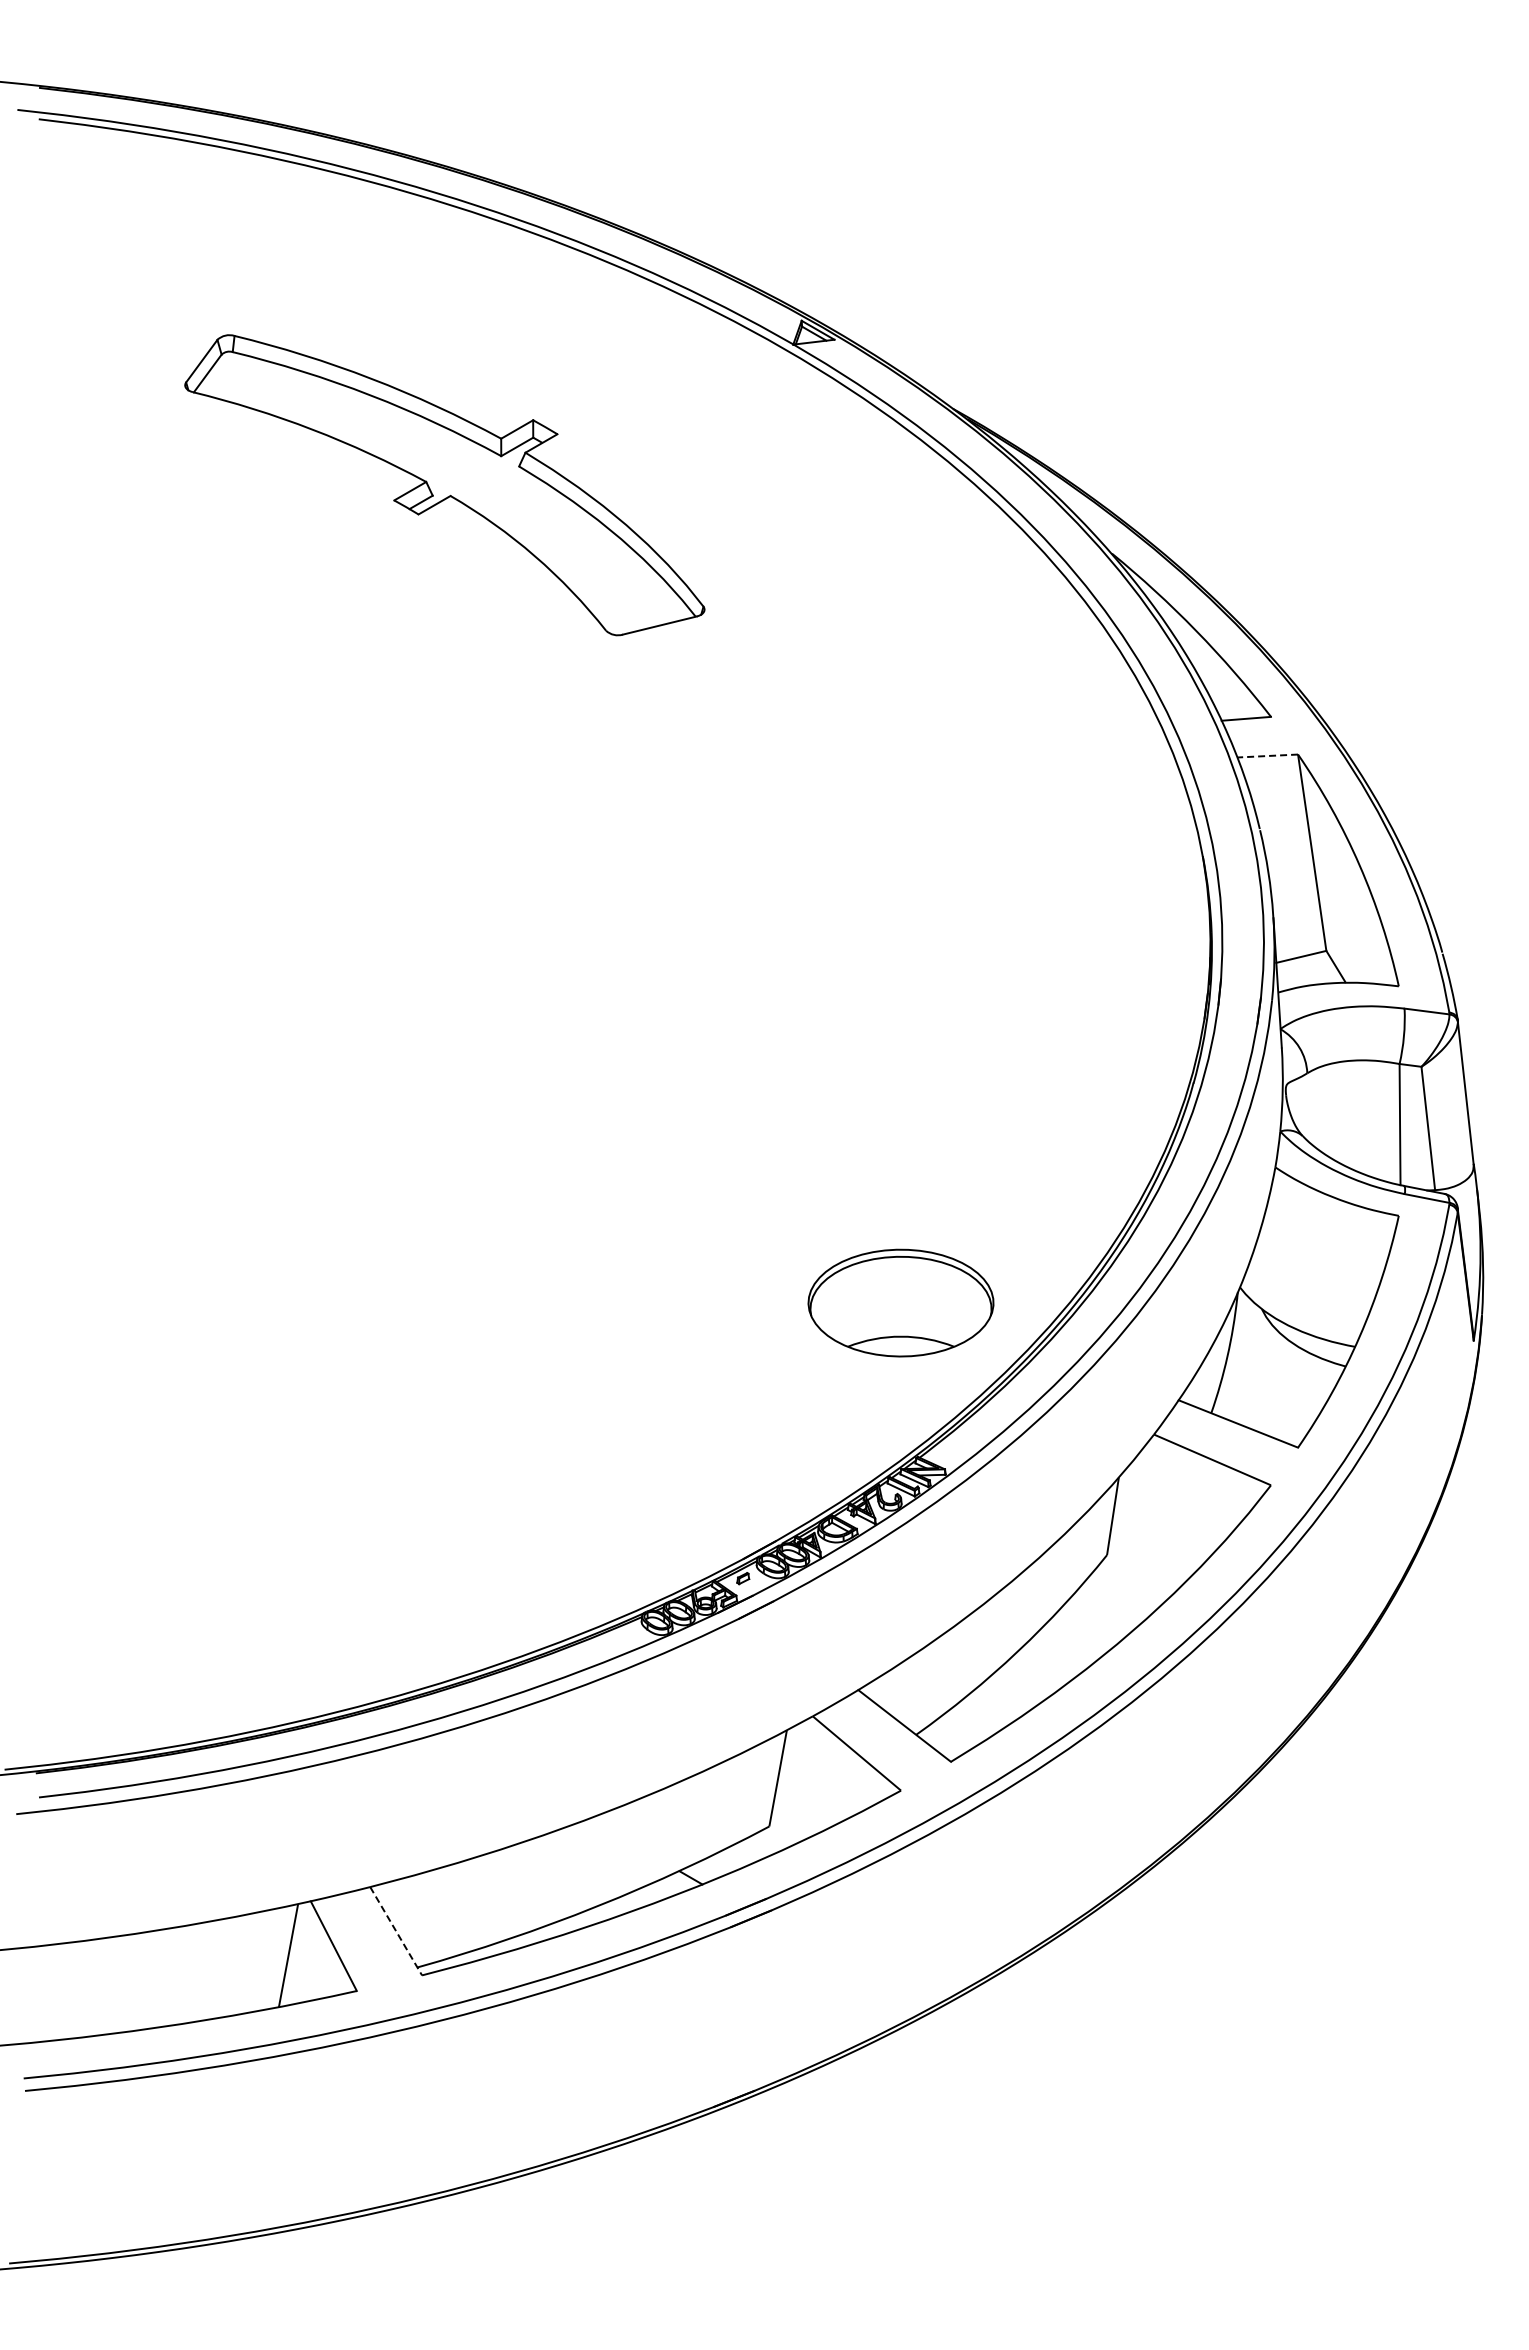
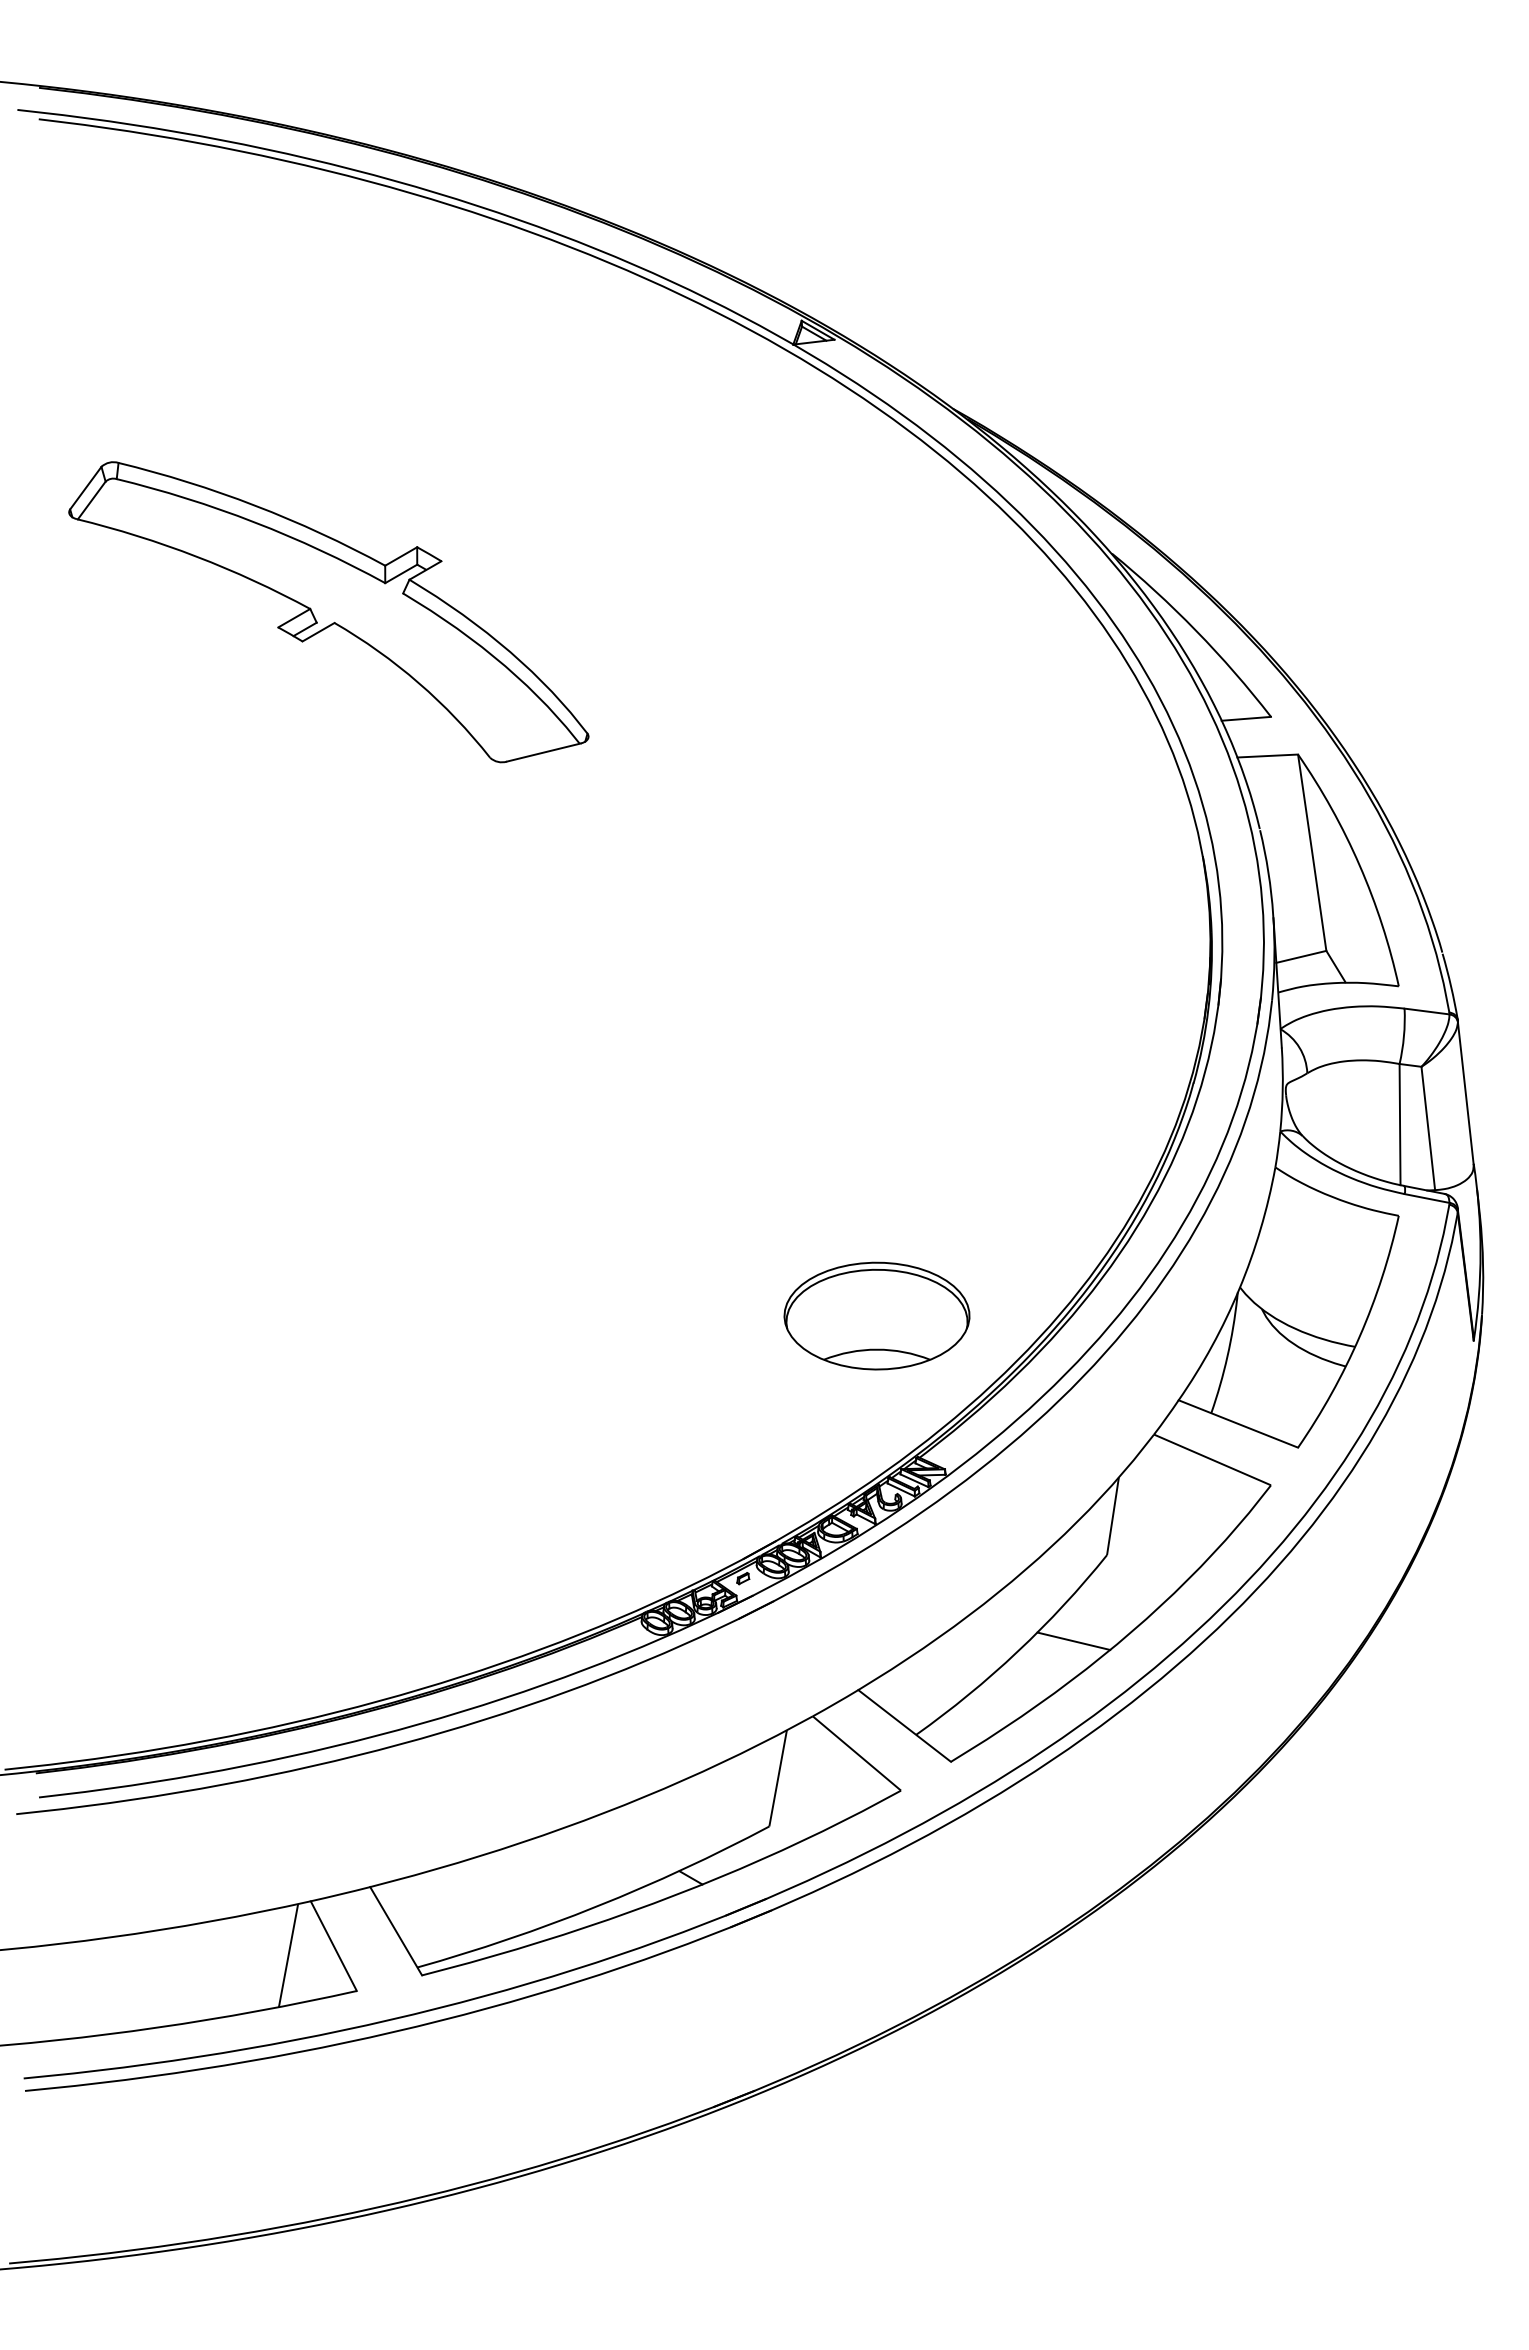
part at (444, 485) position: (444, 485) -> (328, 612)
line at (1267, 756): dashed -> solid
part at (900, 1302) position: (900, 1302) -> (876, 1315)
line at (1073, 1640): none -> present
line at (396, 1931): dashed -> solid
